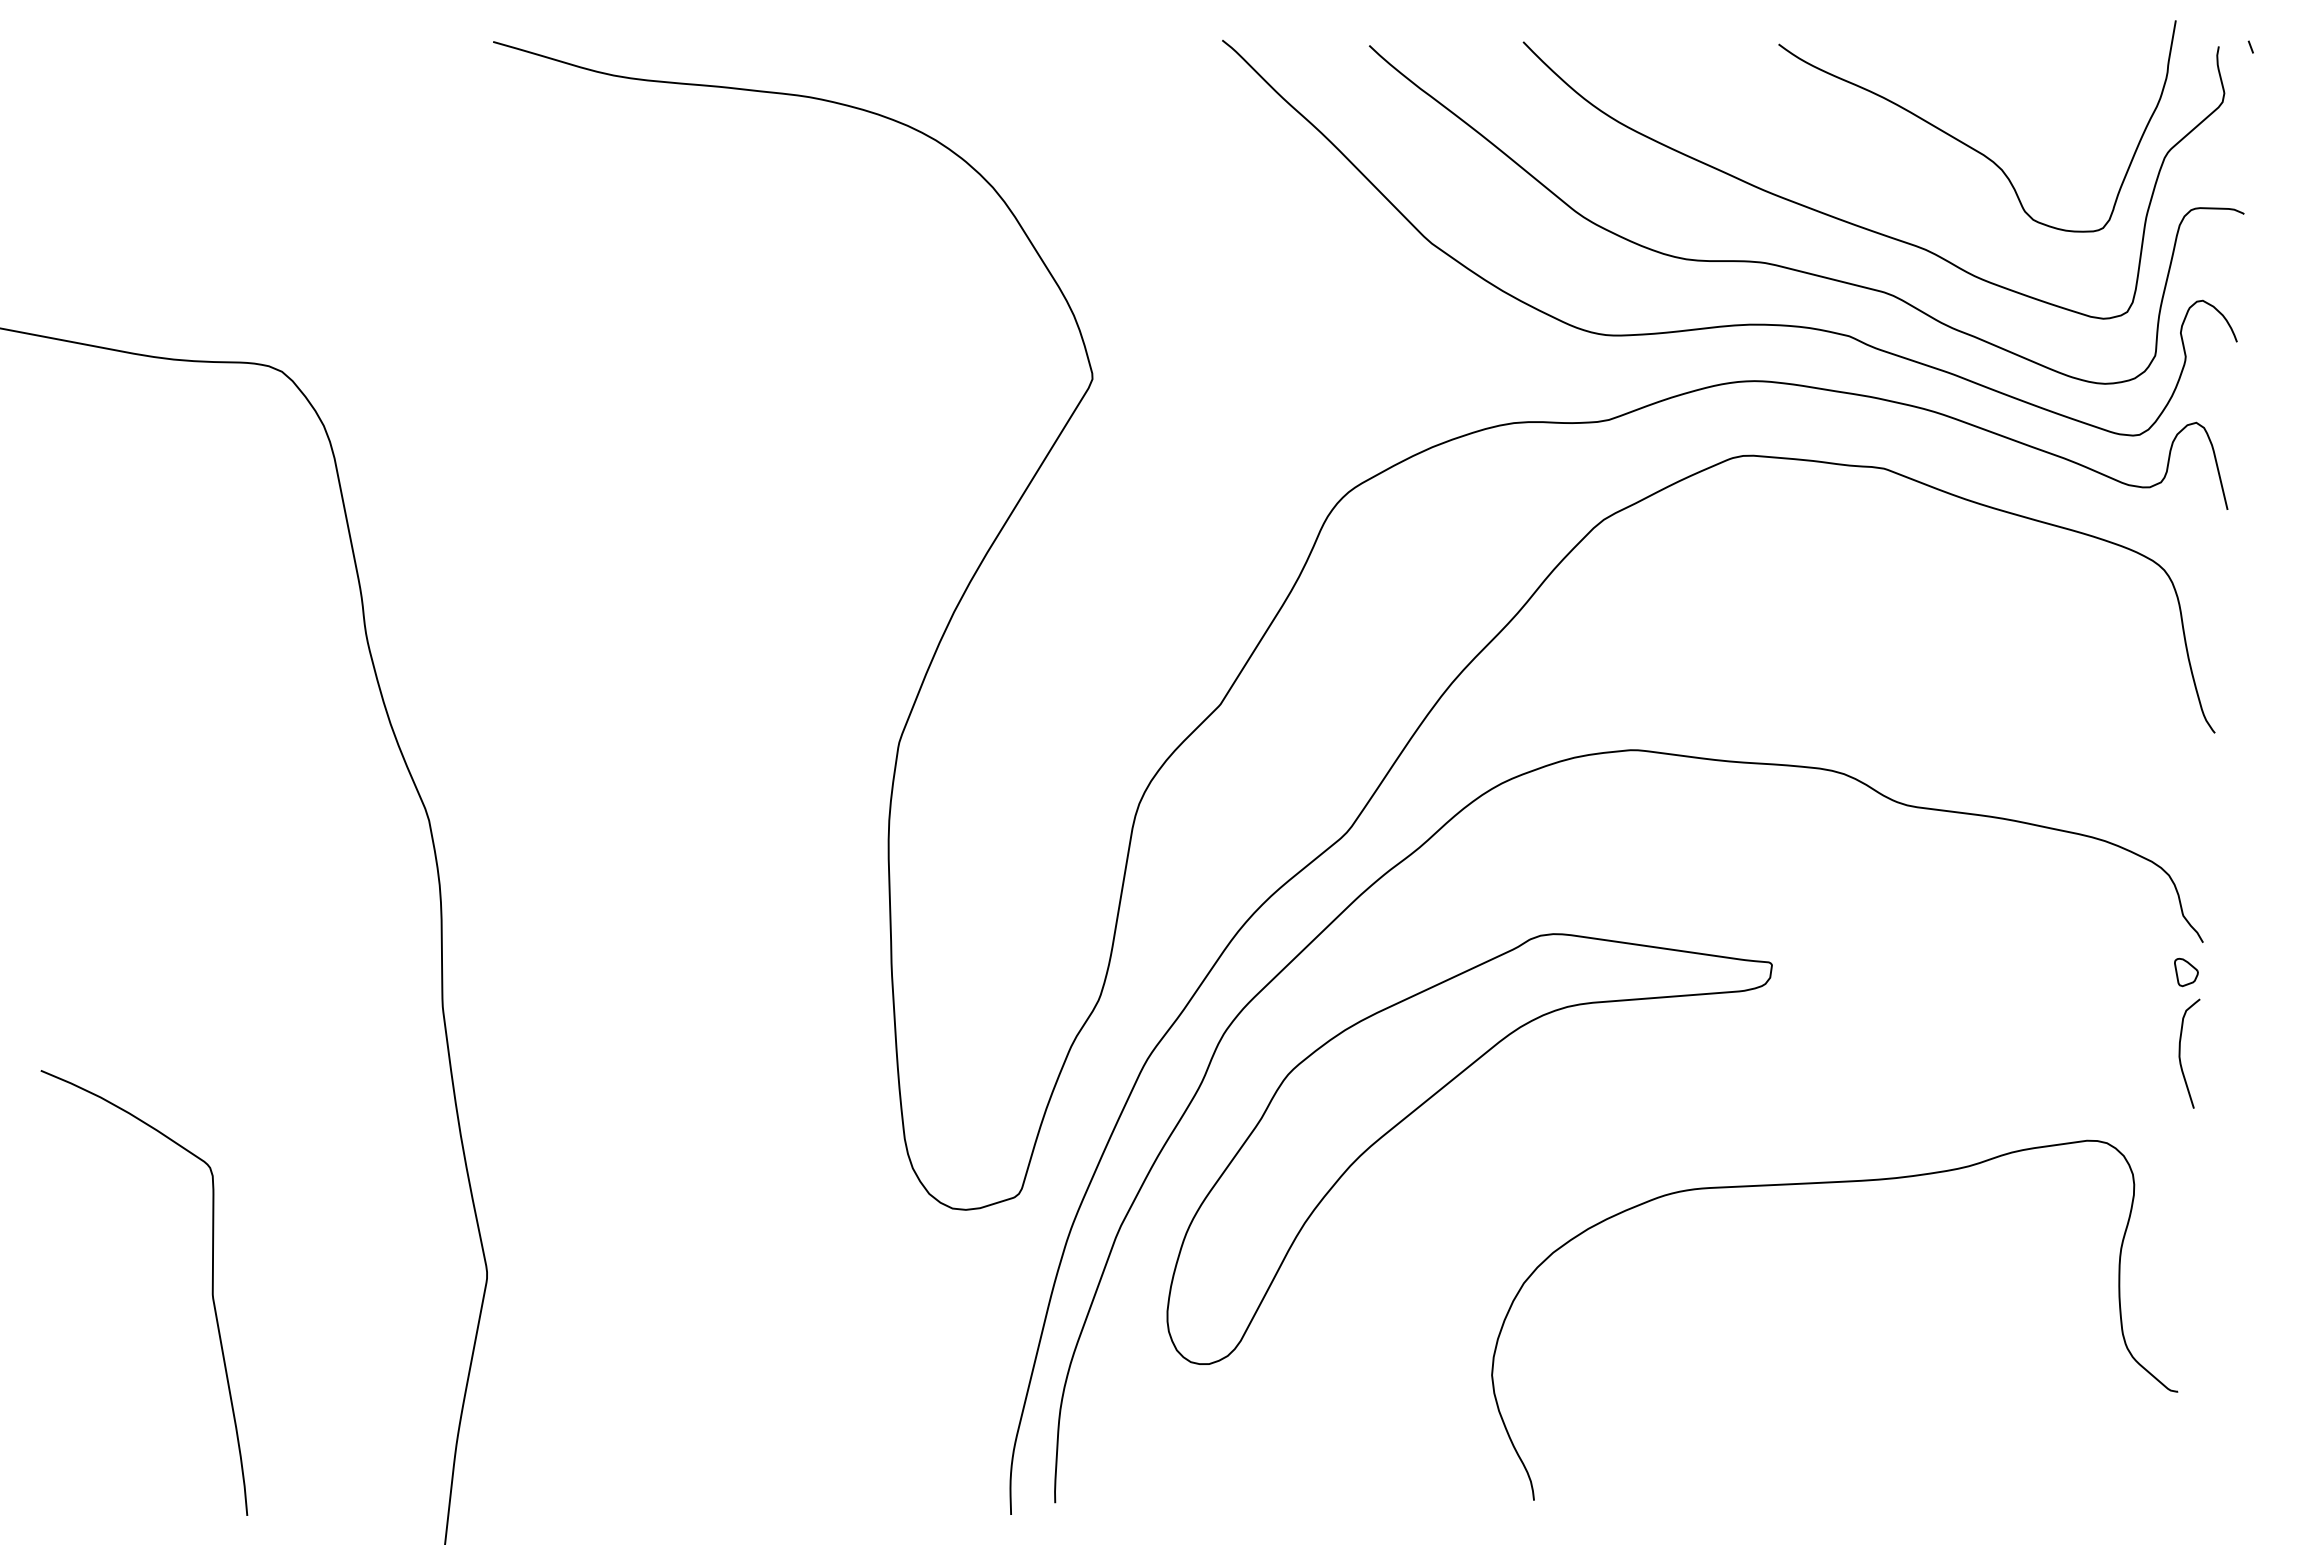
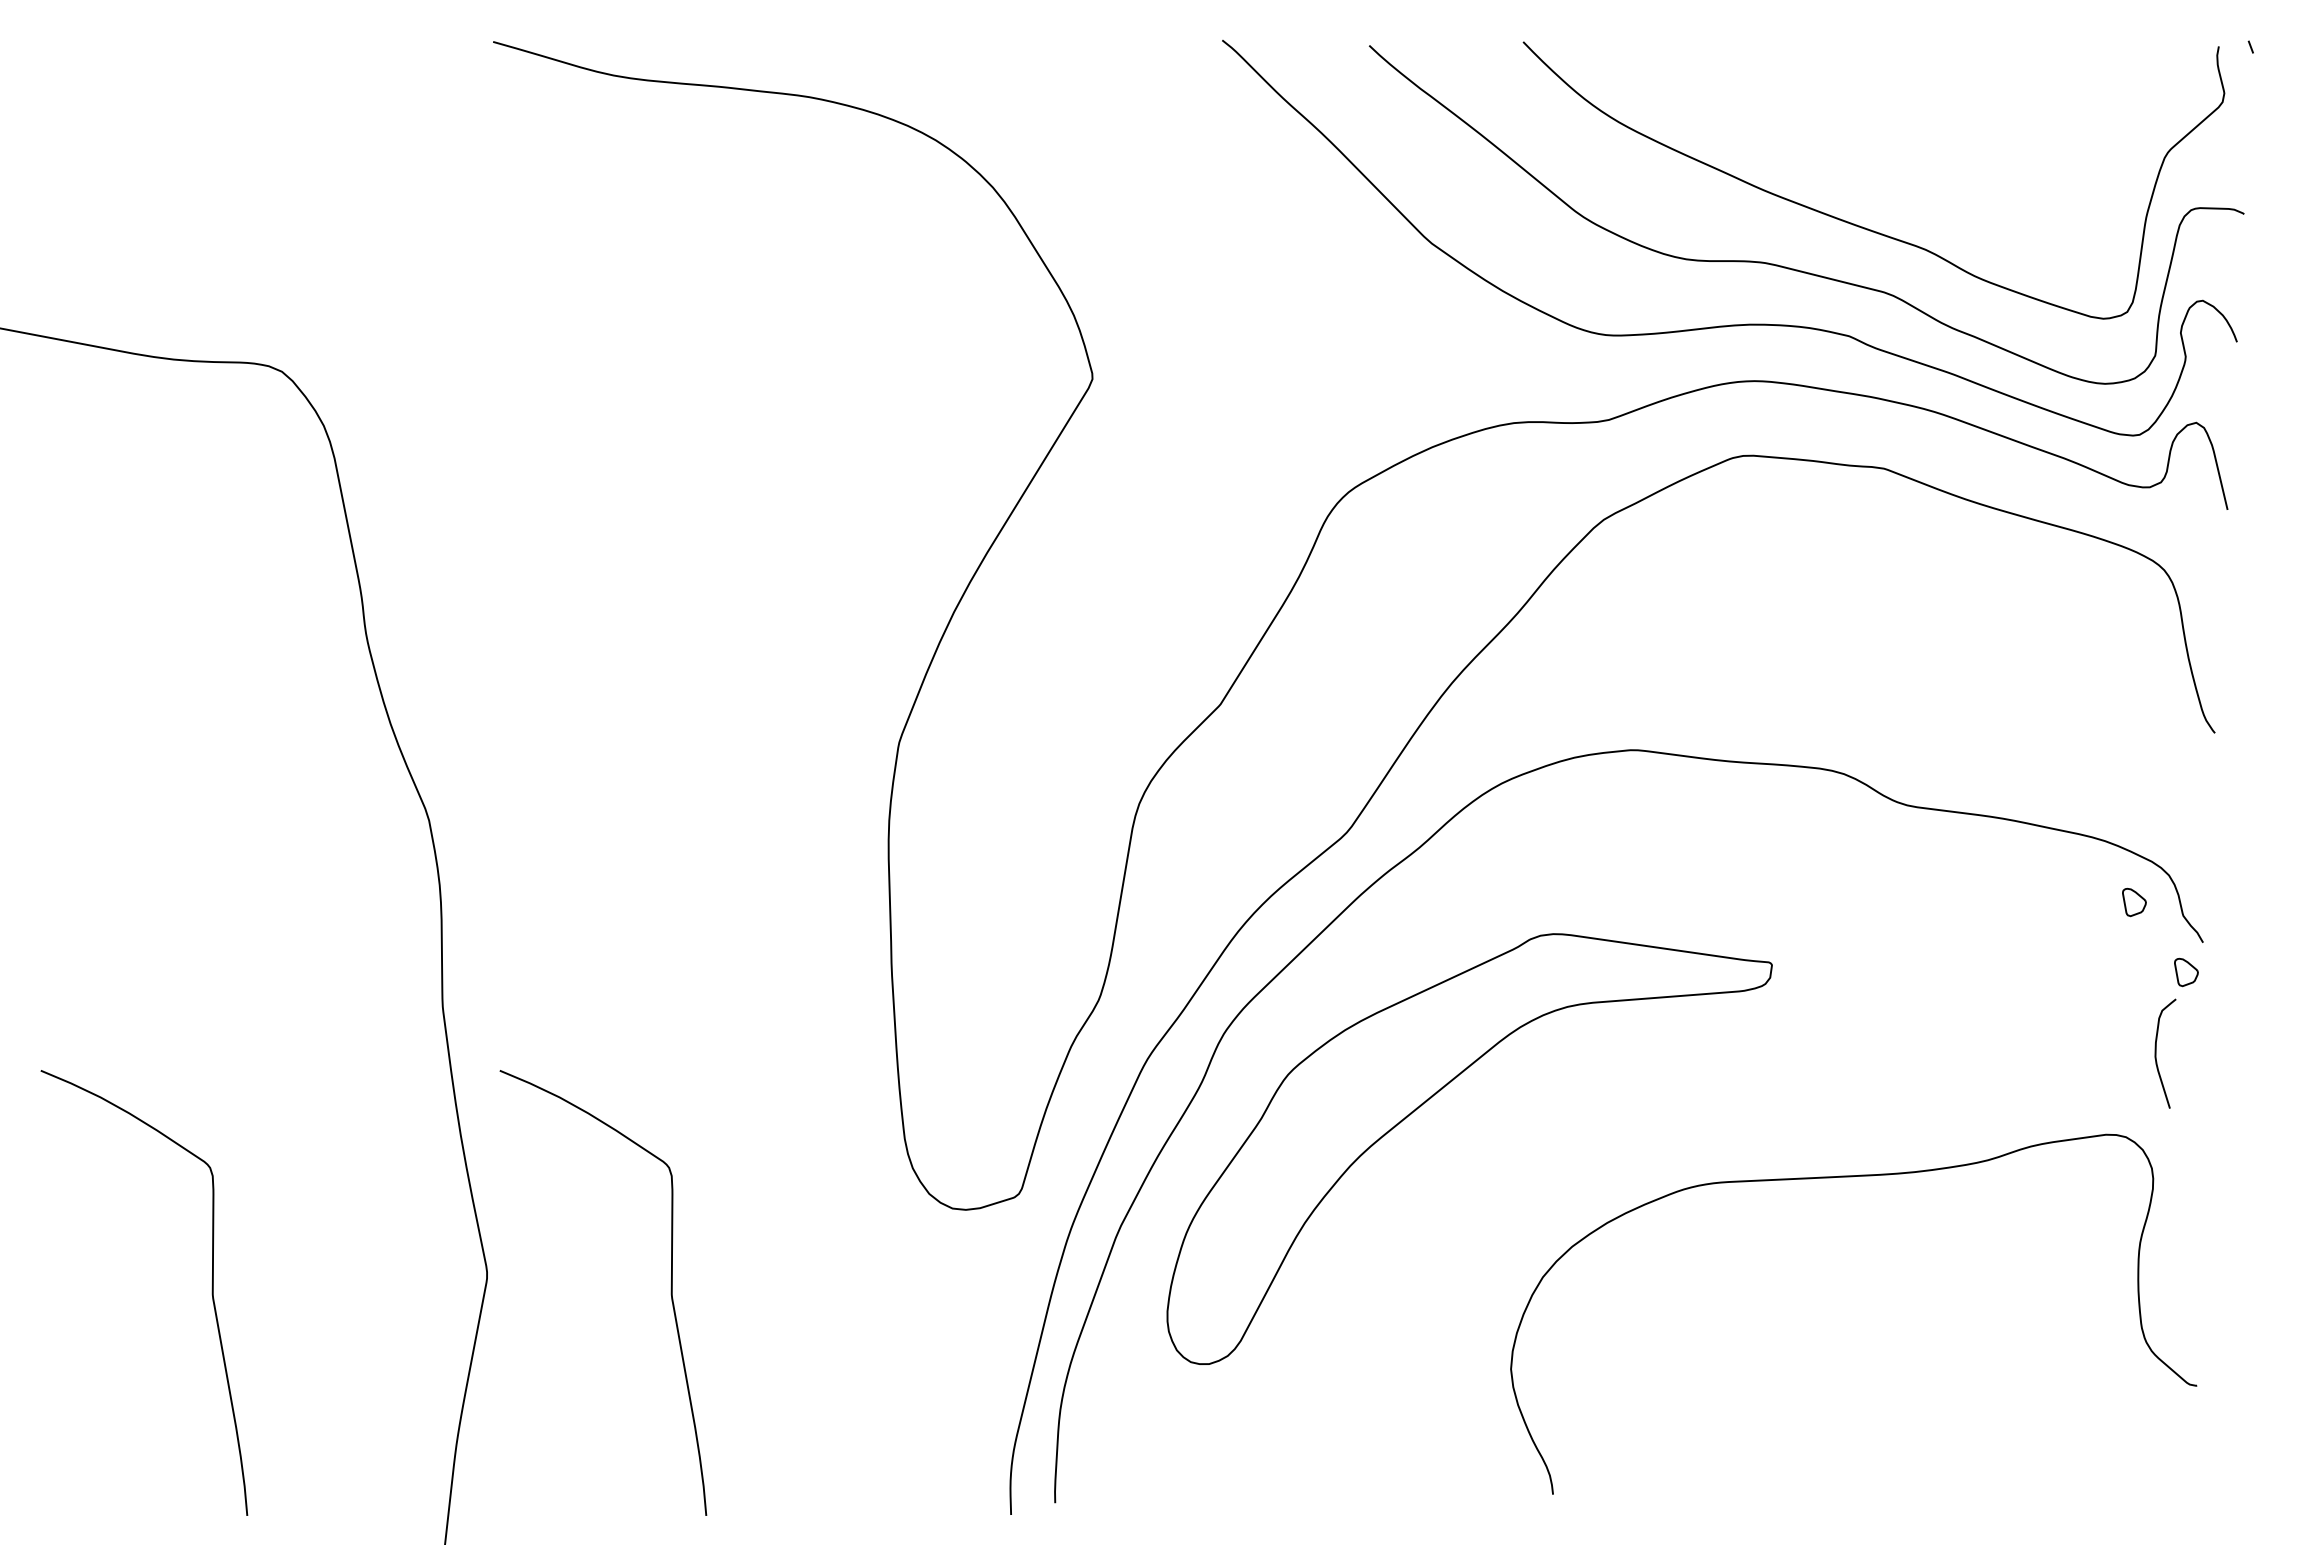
curve at (1967, 144): present -> none
part at (2134, 902): none -> present
curve at (2180, 1053) position: (2180, 1053) -> (2156, 1053)
curve at (1833, 1183) position: (1833, 1183) -> (1852, 1177)
curve at (670, 1292): none -> present
